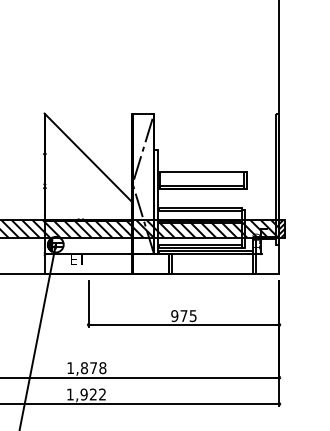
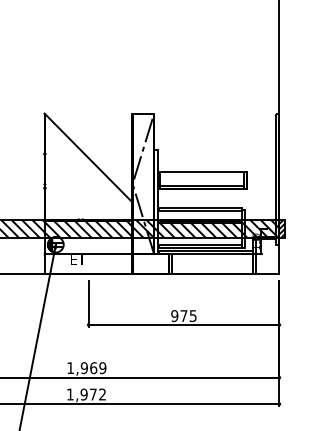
text at (93, 368): 1,878 -> 1,969
text at (92, 394): 1,922 -> 1,972
